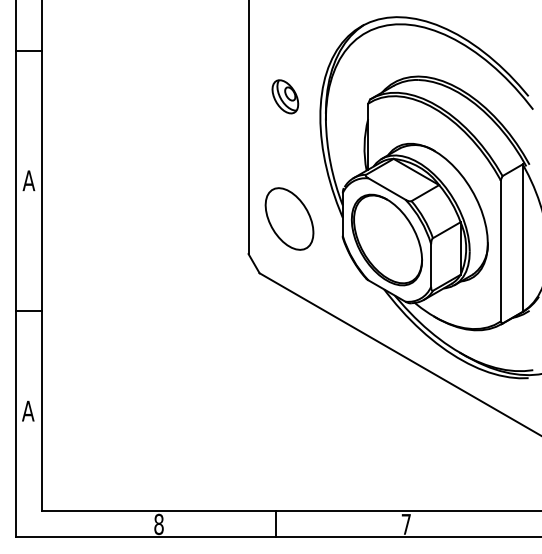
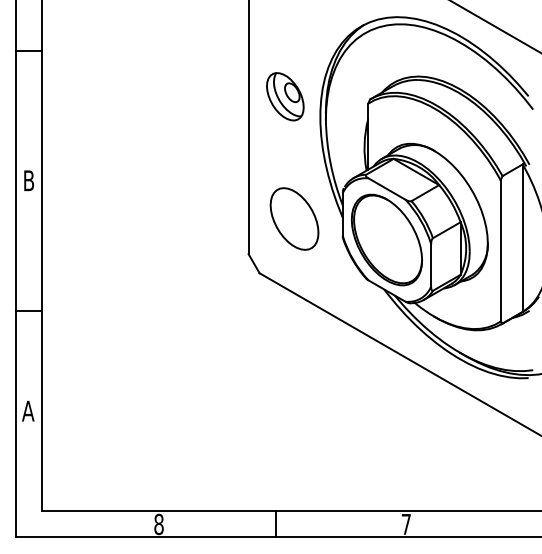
line at (495, 26): none -> present
part at (285, 96) size: 29x36 px -> 39x50 px
text at (28, 180): A -> B
part at (289, 218) position: (289, 218) -> (294, 218)
